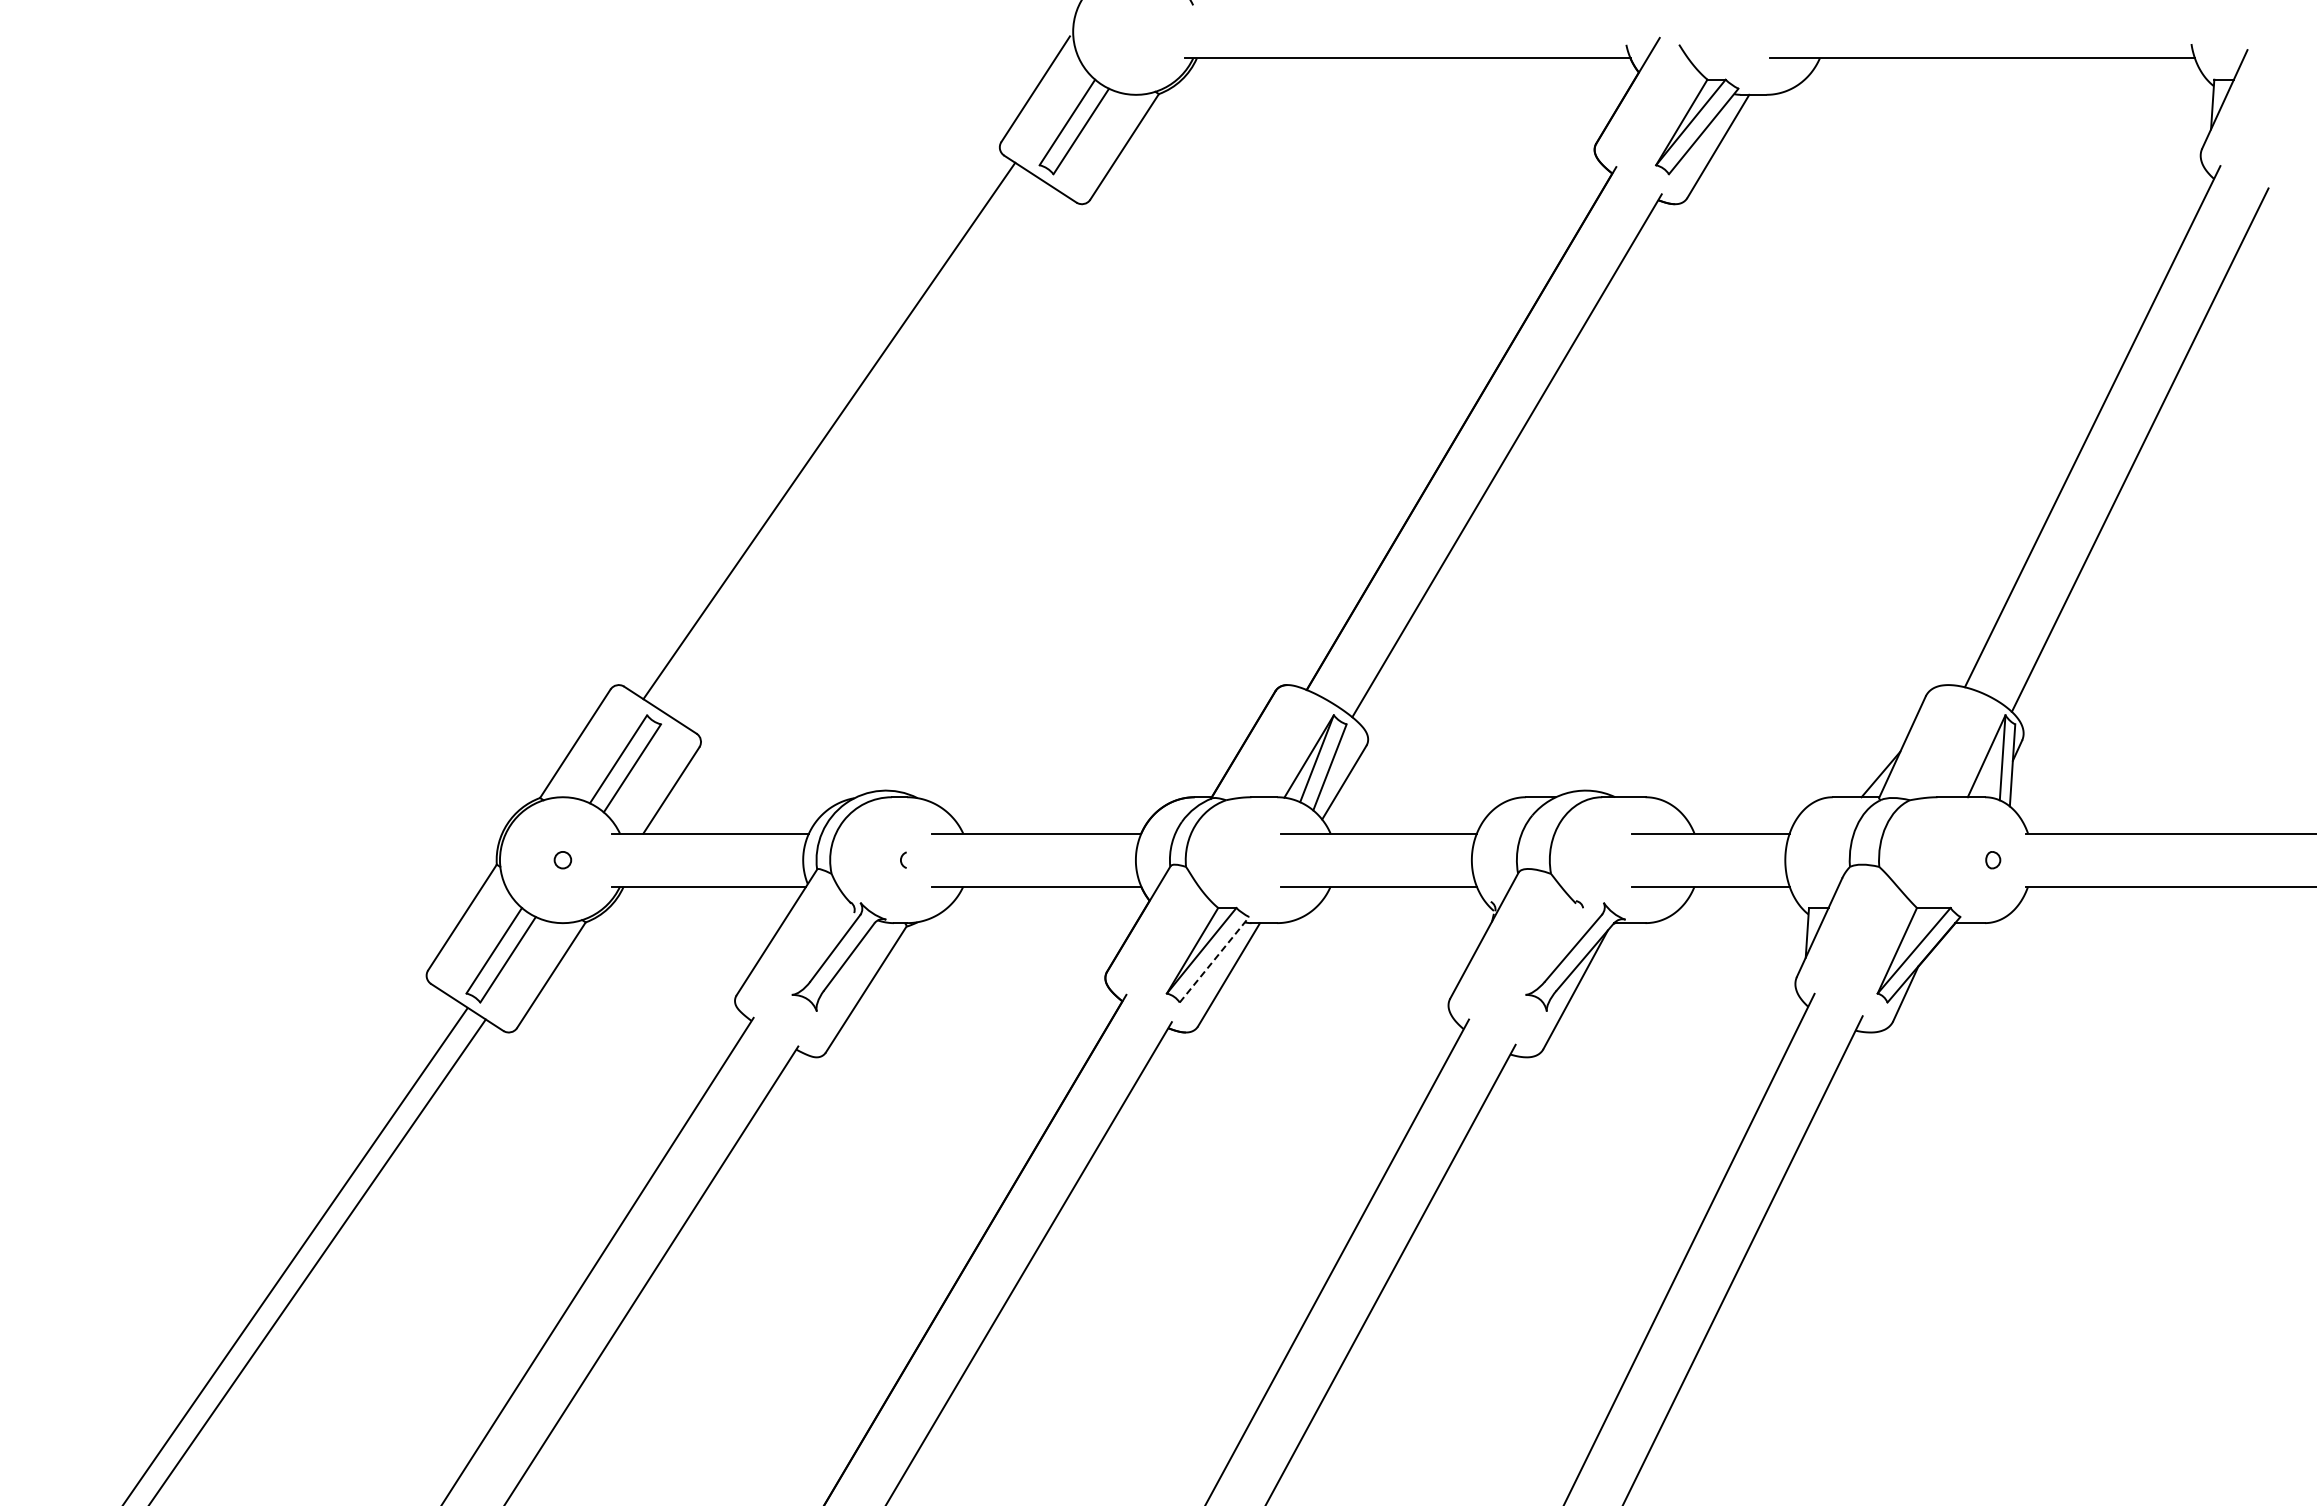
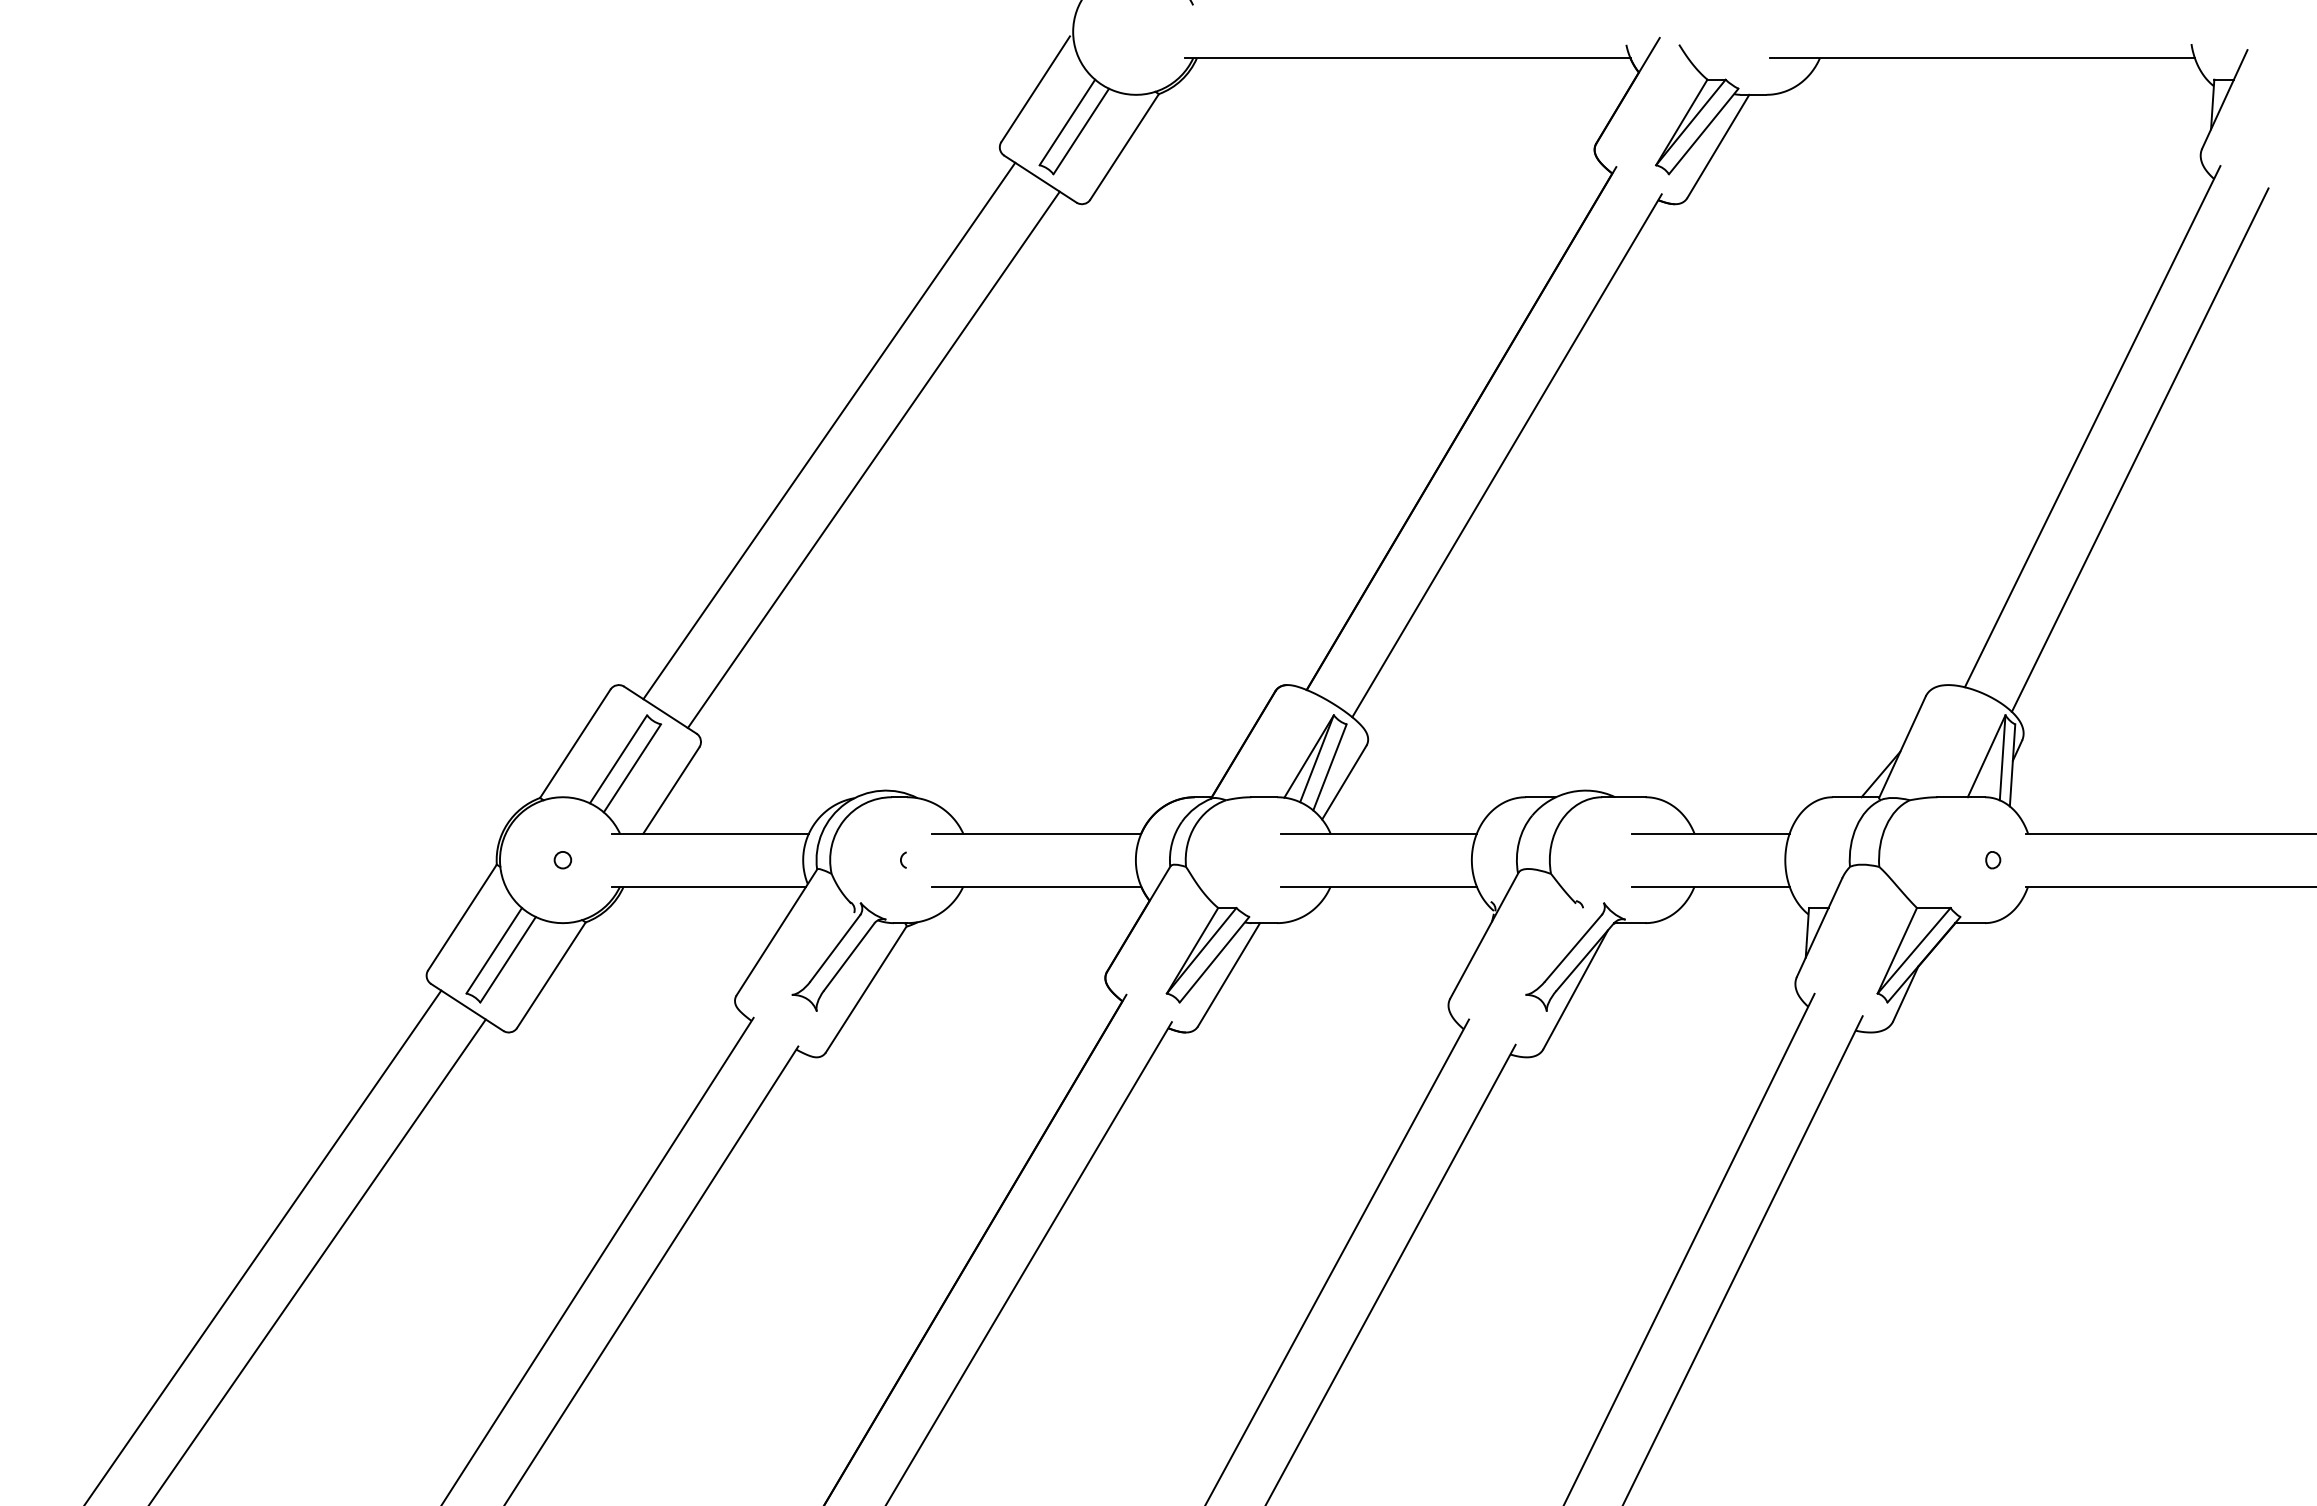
line at (873, 459): none -> present
line at (1214, 959): dashed -> solid
line at (295, 1255) position: (295, 1255) -> (263, 1246)
